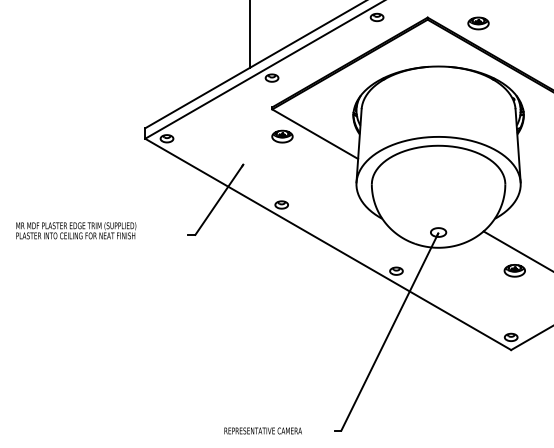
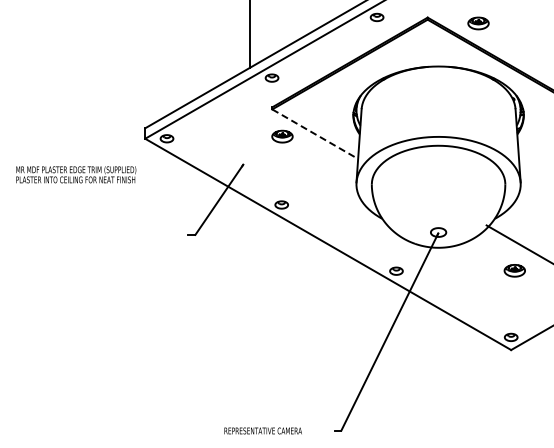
line at (315, 134): solid -> dashed
text at (76, 230) position: (76, 230) -> (76, 174)
line at (516, 250) position: (516, 250) -> (518, 243)
